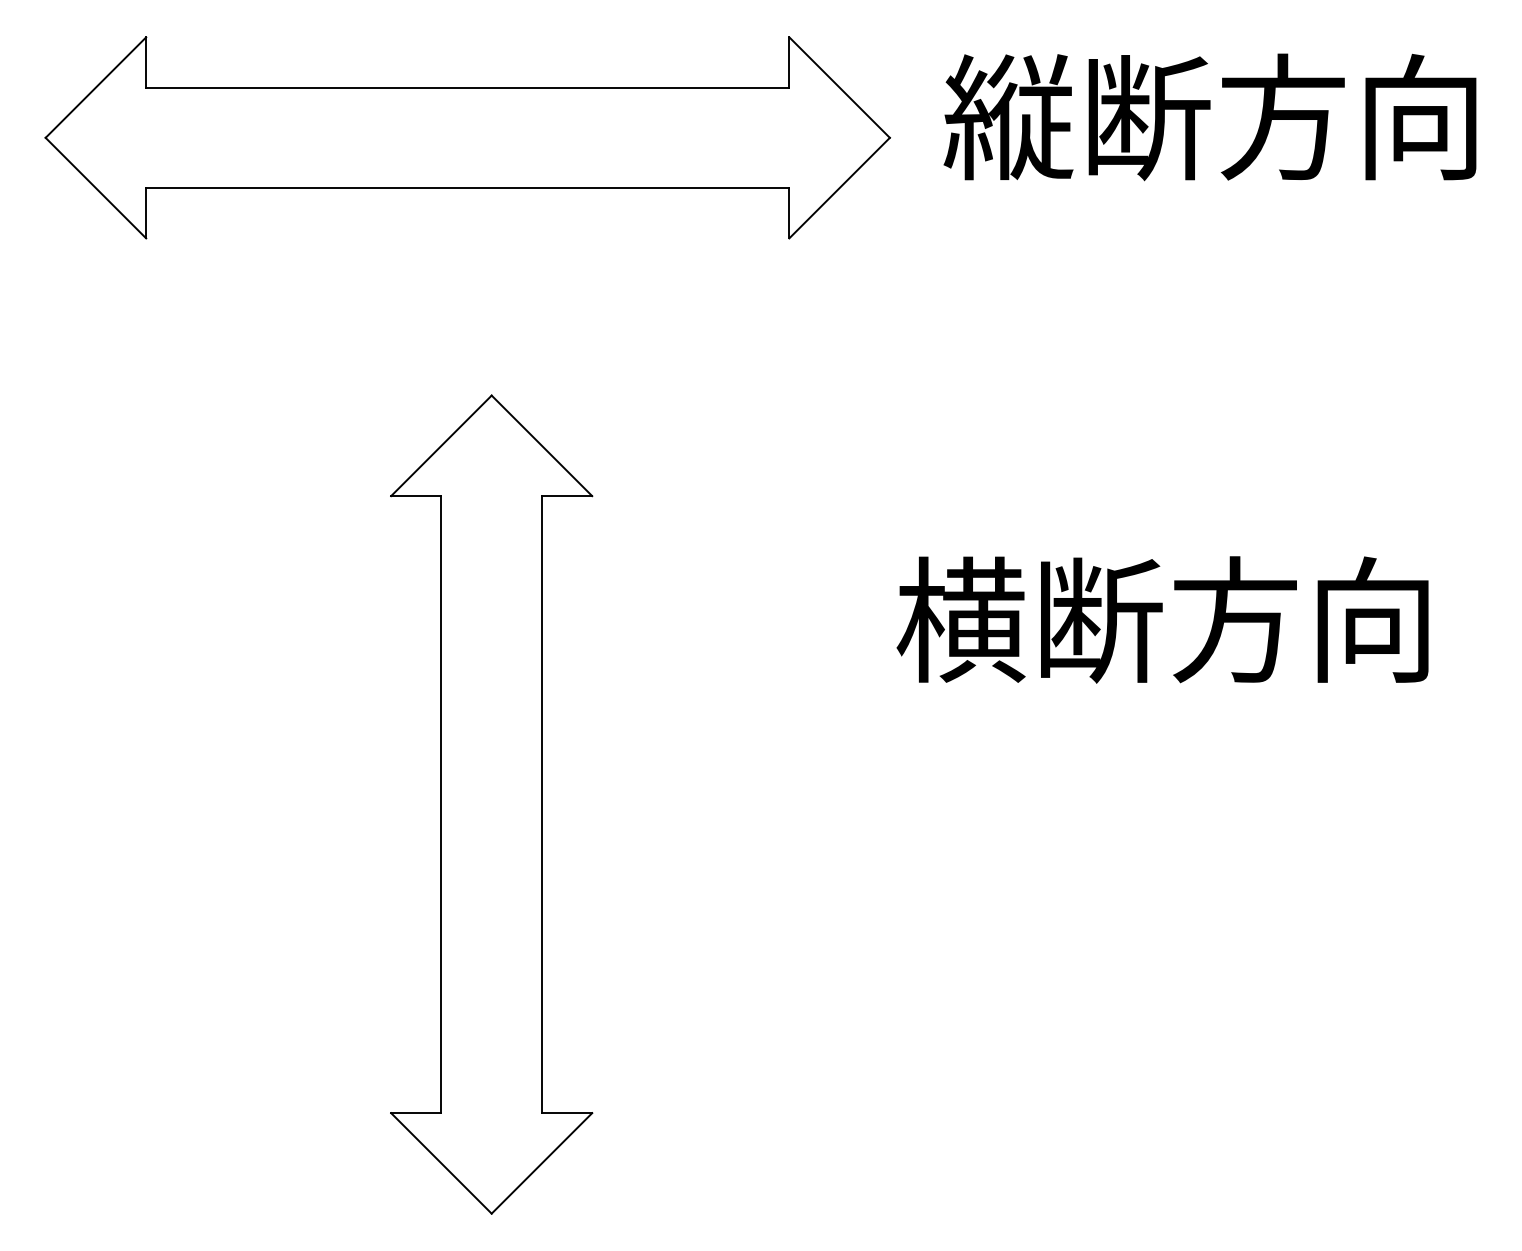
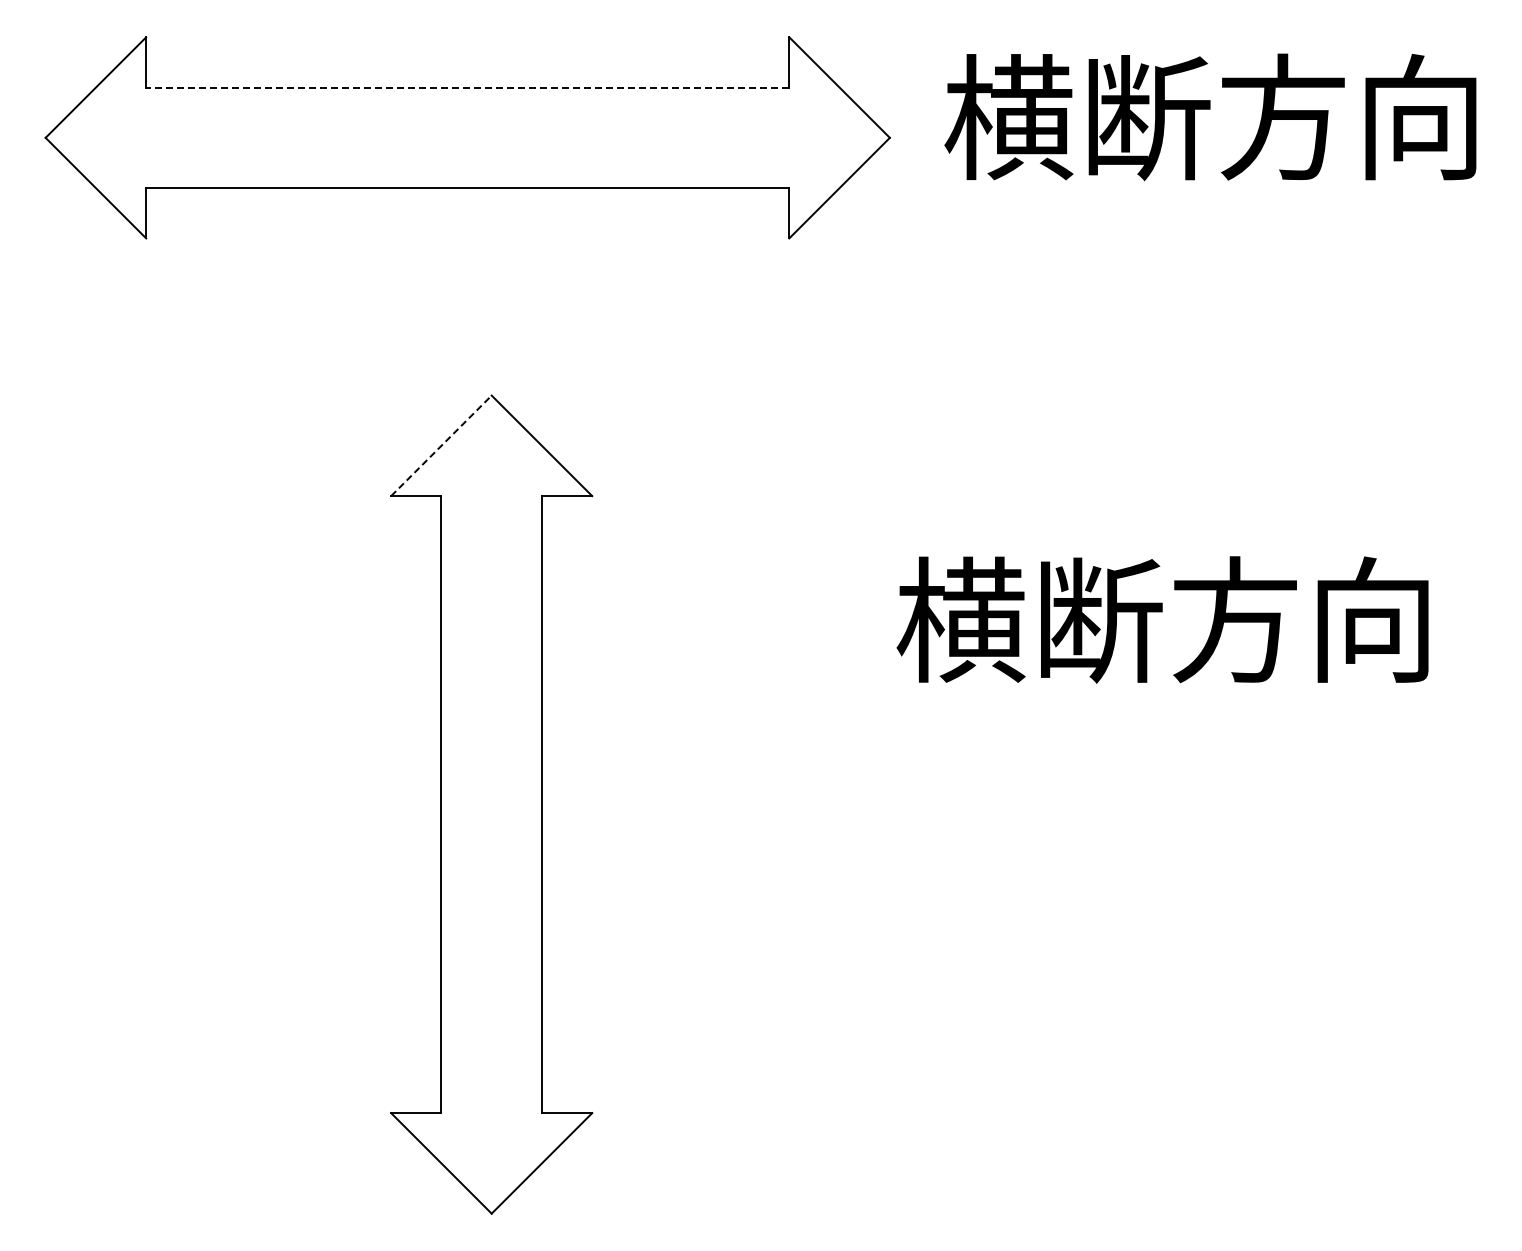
line at (467, 87): solid -> dashed
text at (1008, 117): 縦断方向 -> 横断方向
line at (441, 445): solid -> dashed
